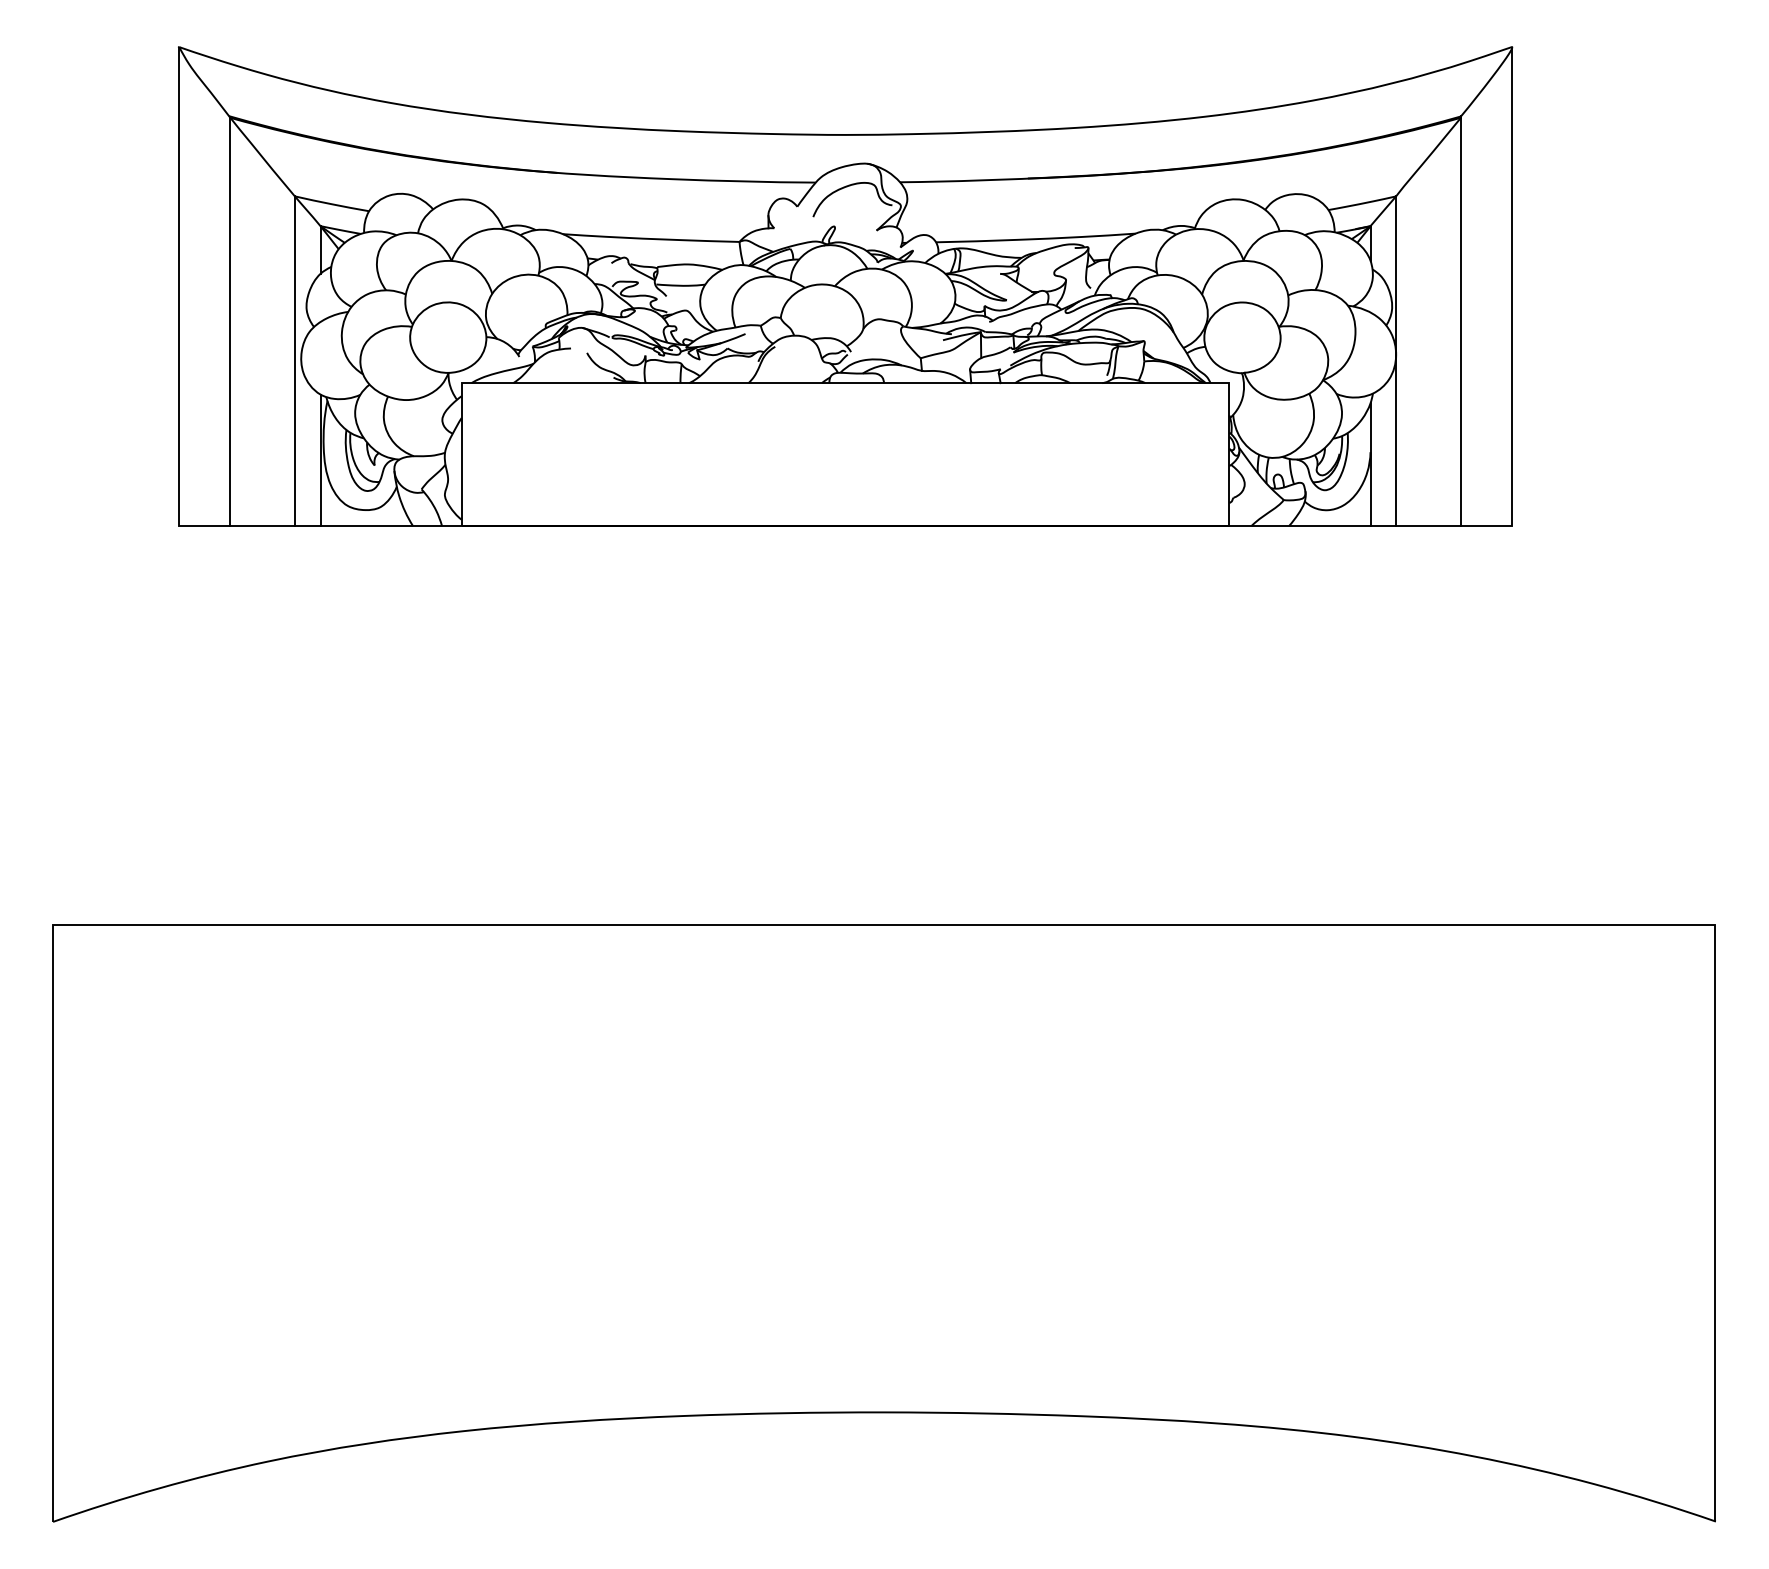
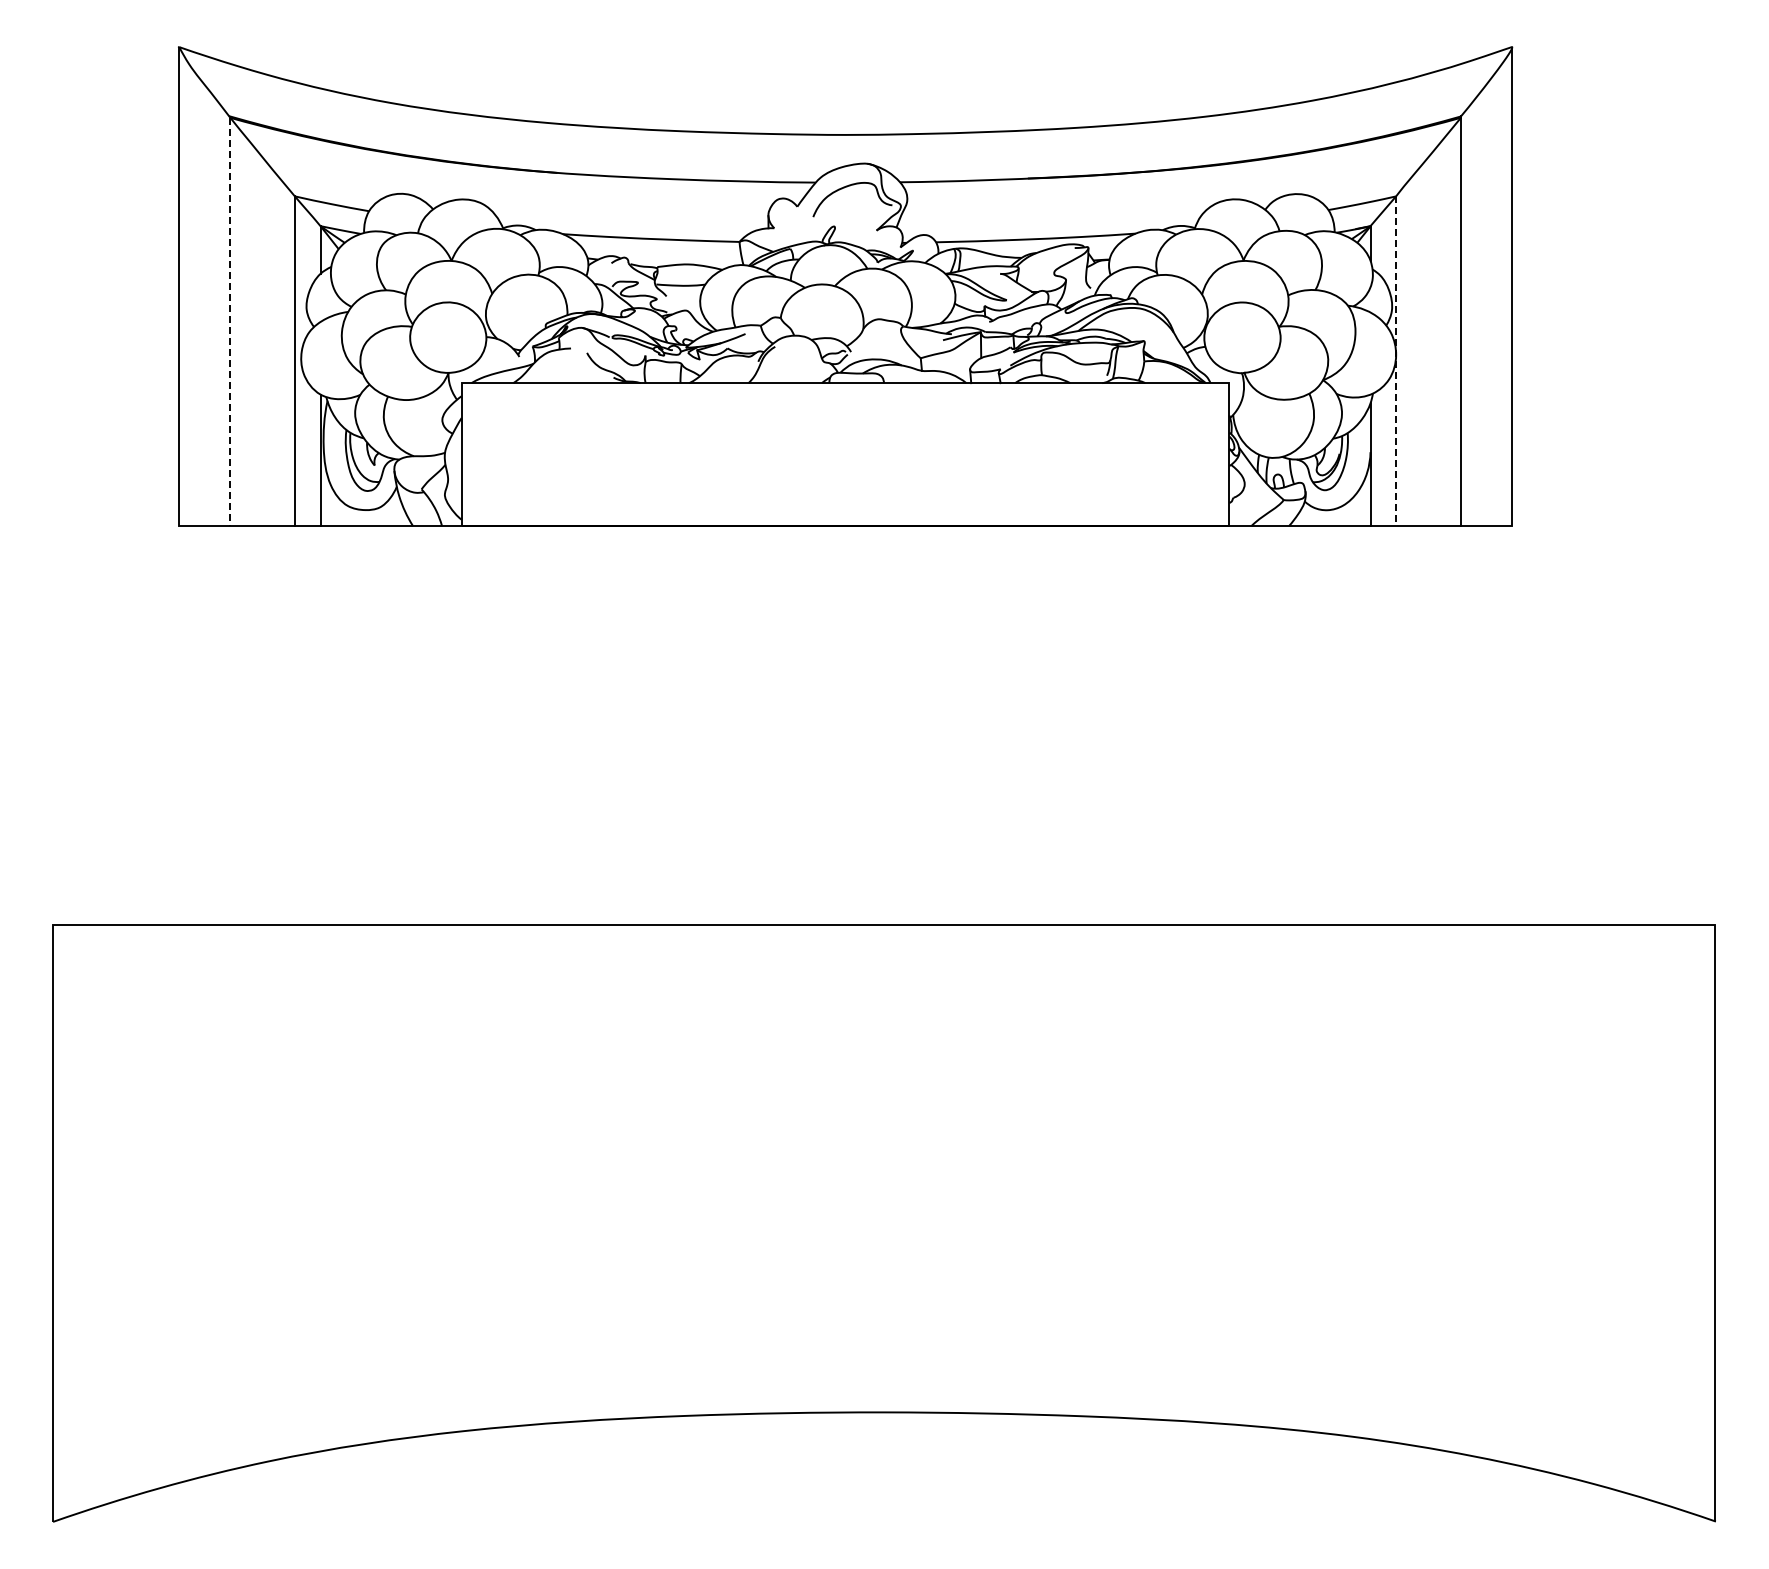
line at (230, 322): solid -> dashed
line at (1396, 361): solid -> dashed
